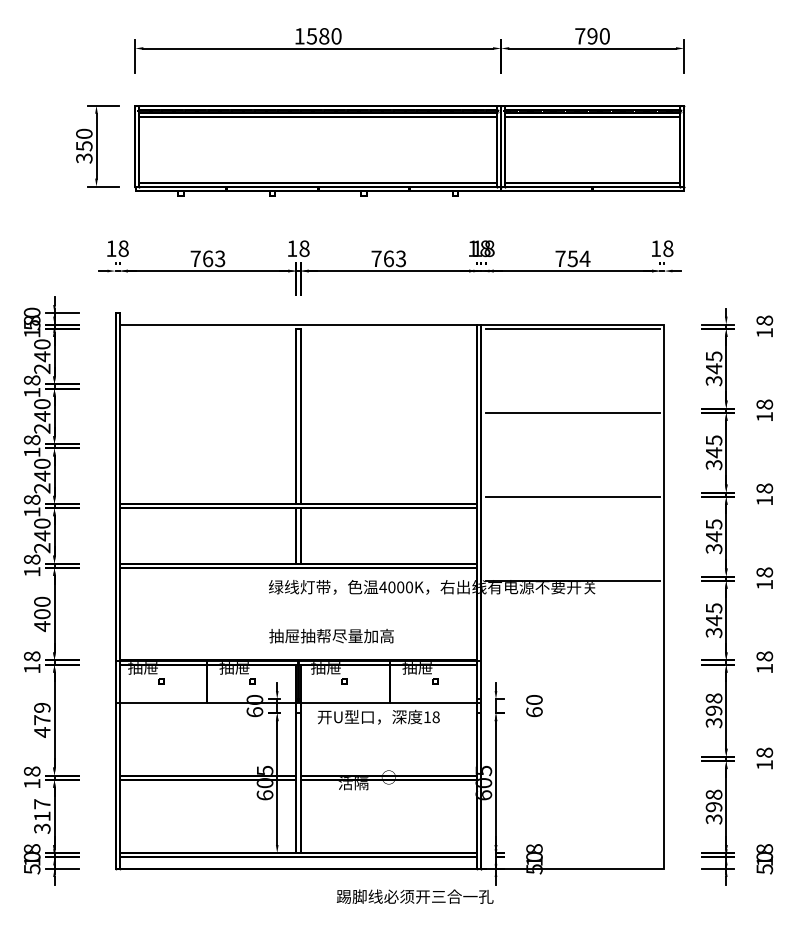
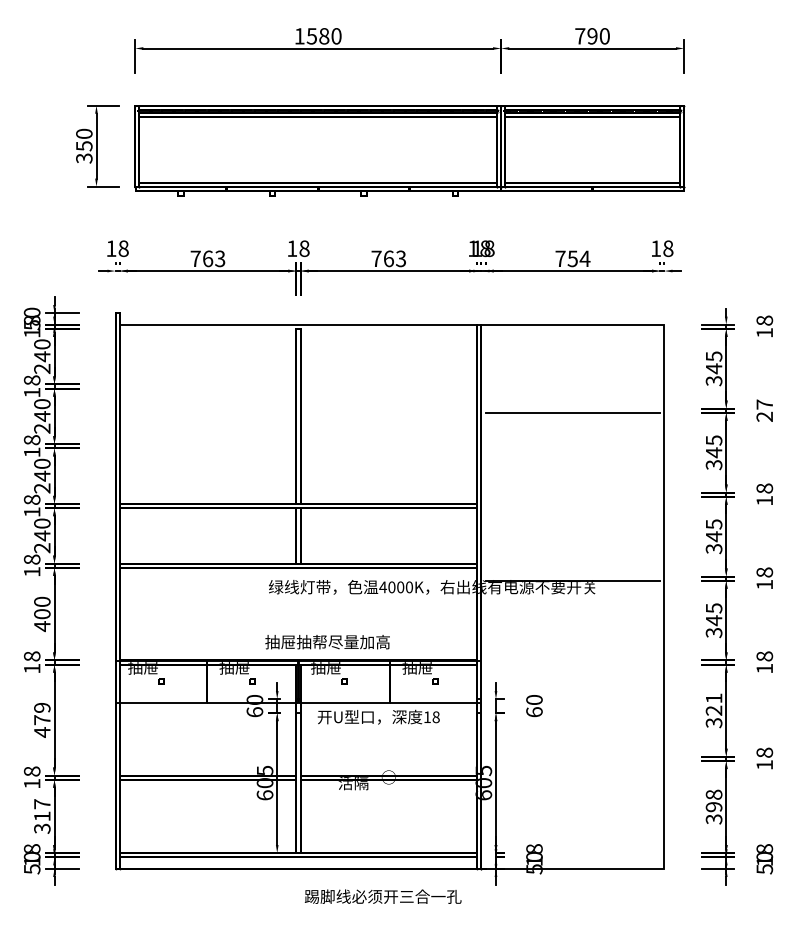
line at (572, 328): present -> none
text at (764, 410): 18 -> 27
line at (572, 496): present -> none
text at (331, 636) position: (331, 636) -> (327, 642)
text at (713, 704): 398 -> 321
text at (414, 896) position: (414, 896) -> (382, 896)
